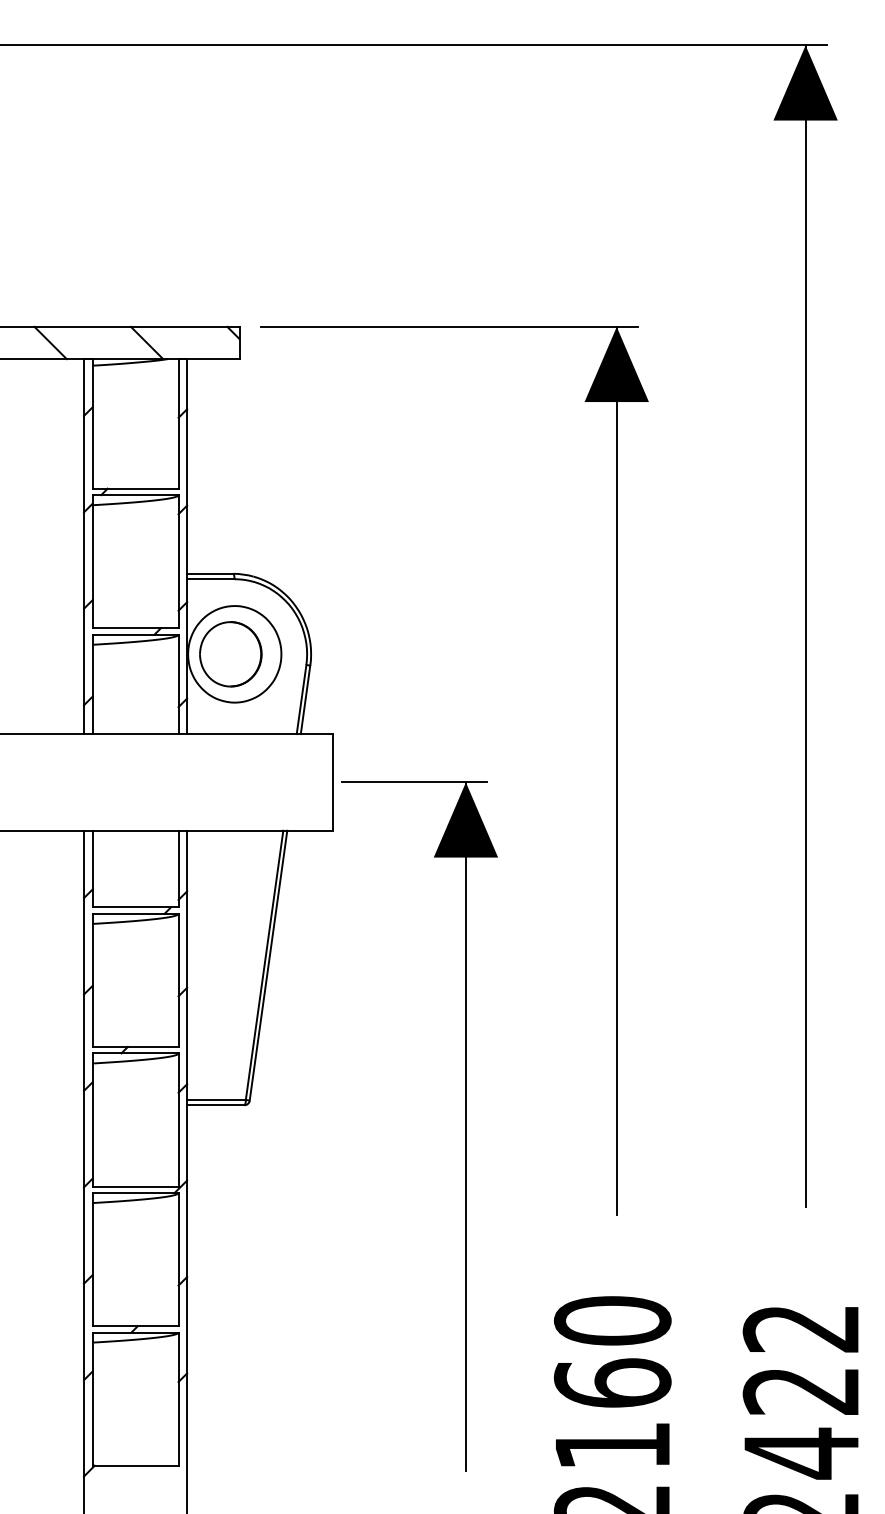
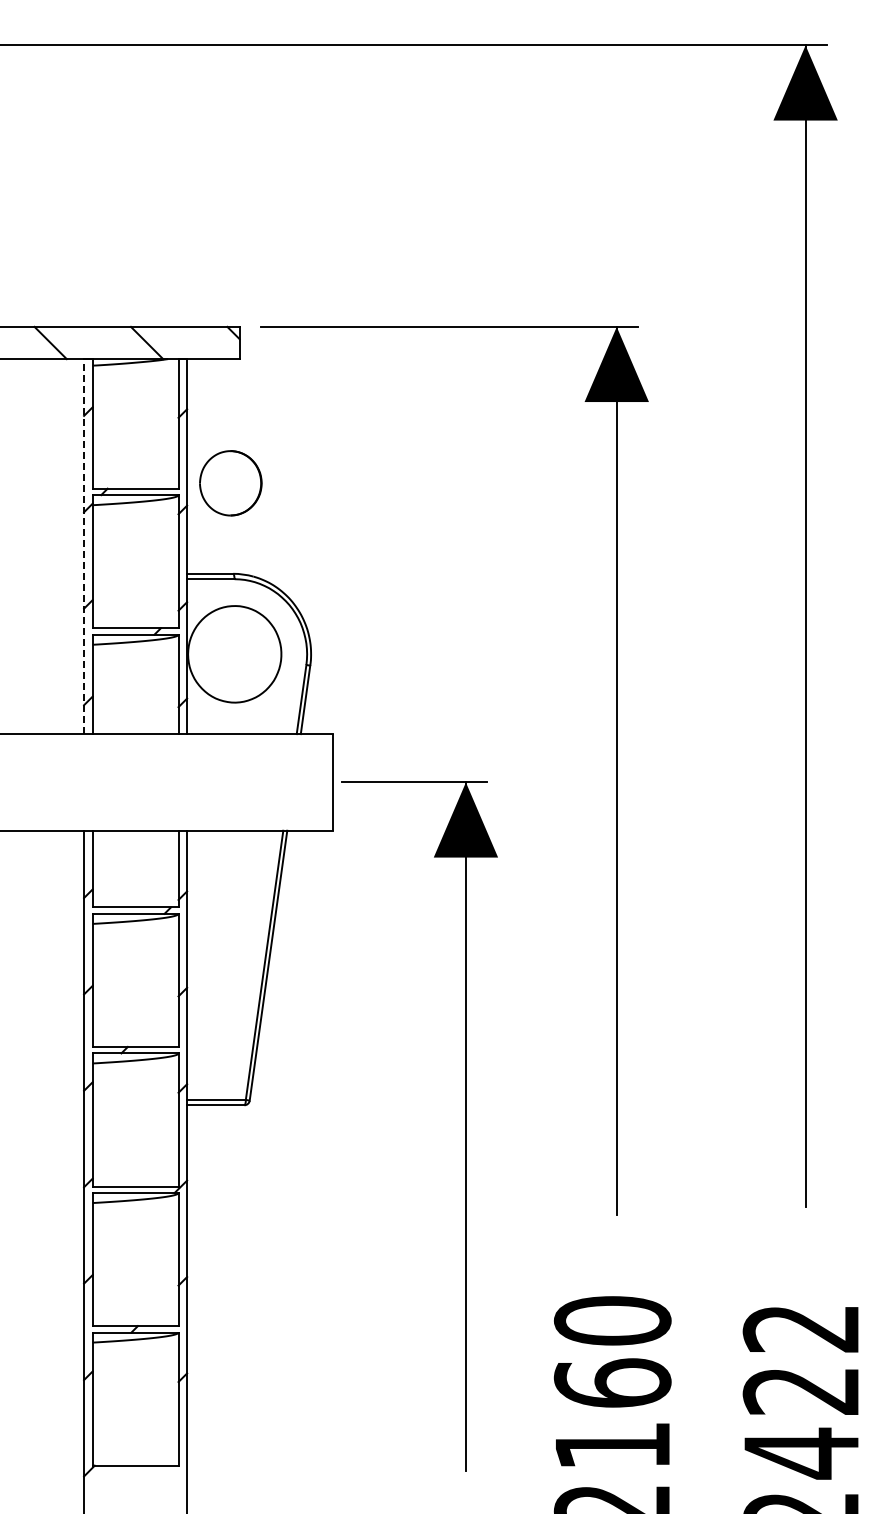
line at (84, 546): solid -> dashed
part at (230, 654) position: (230, 654) -> (230, 483)
